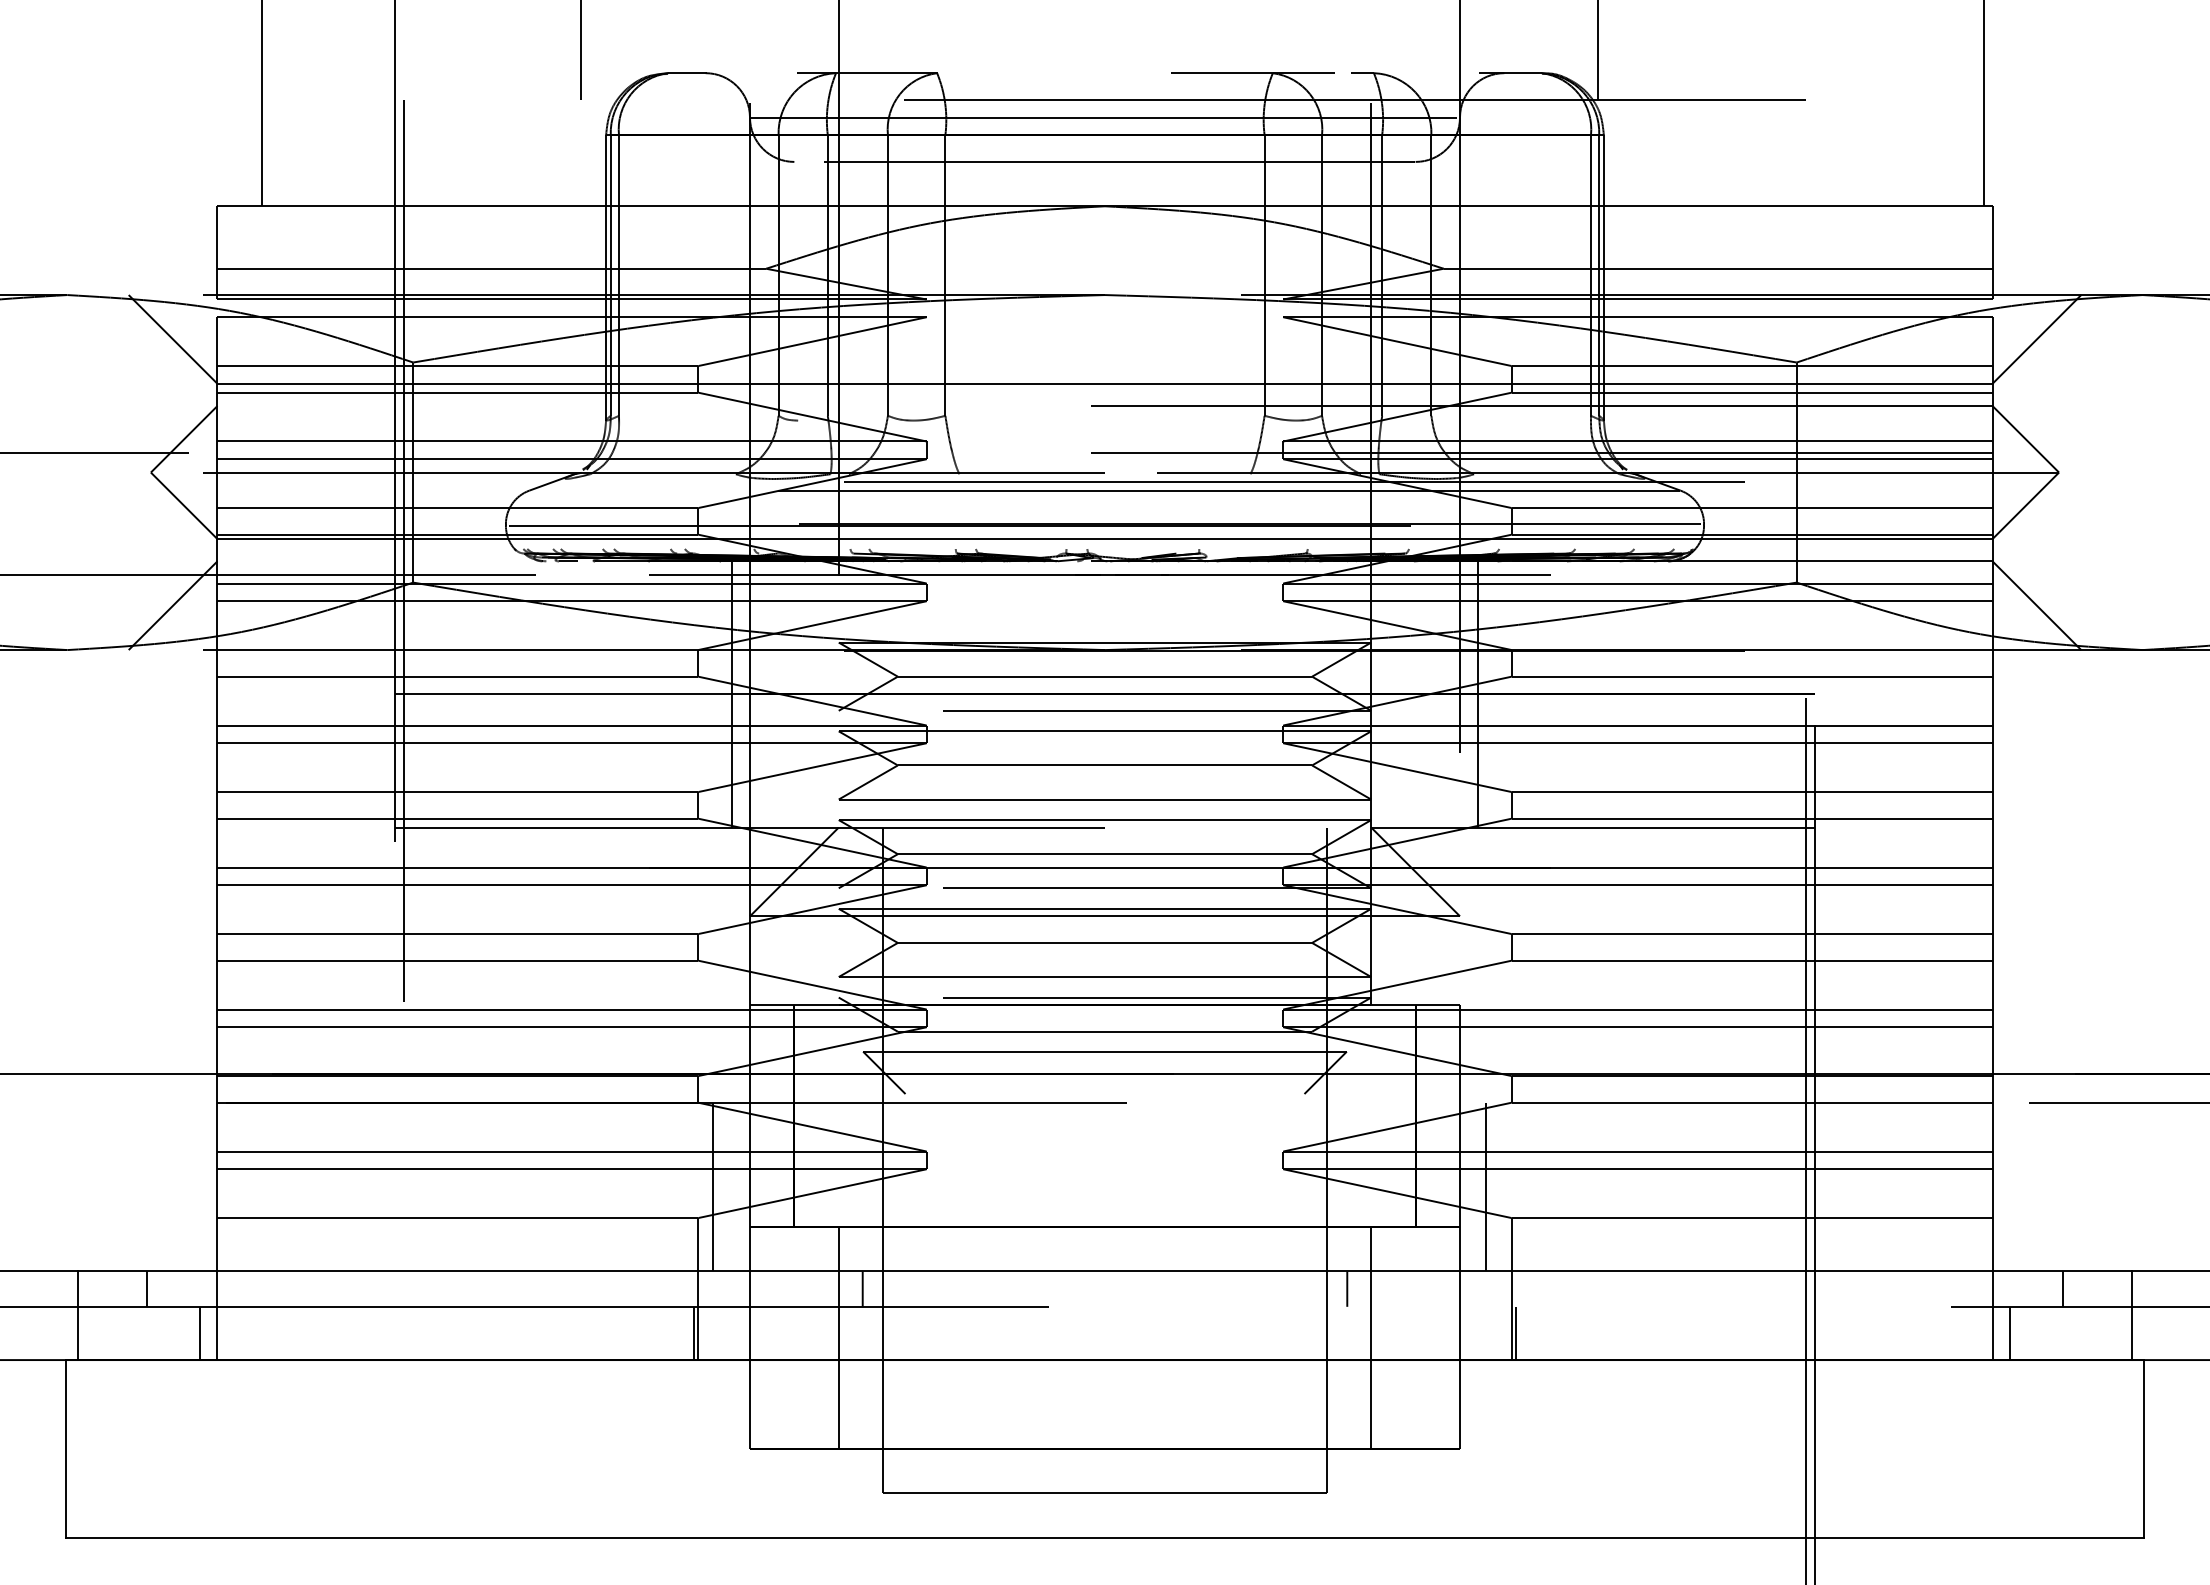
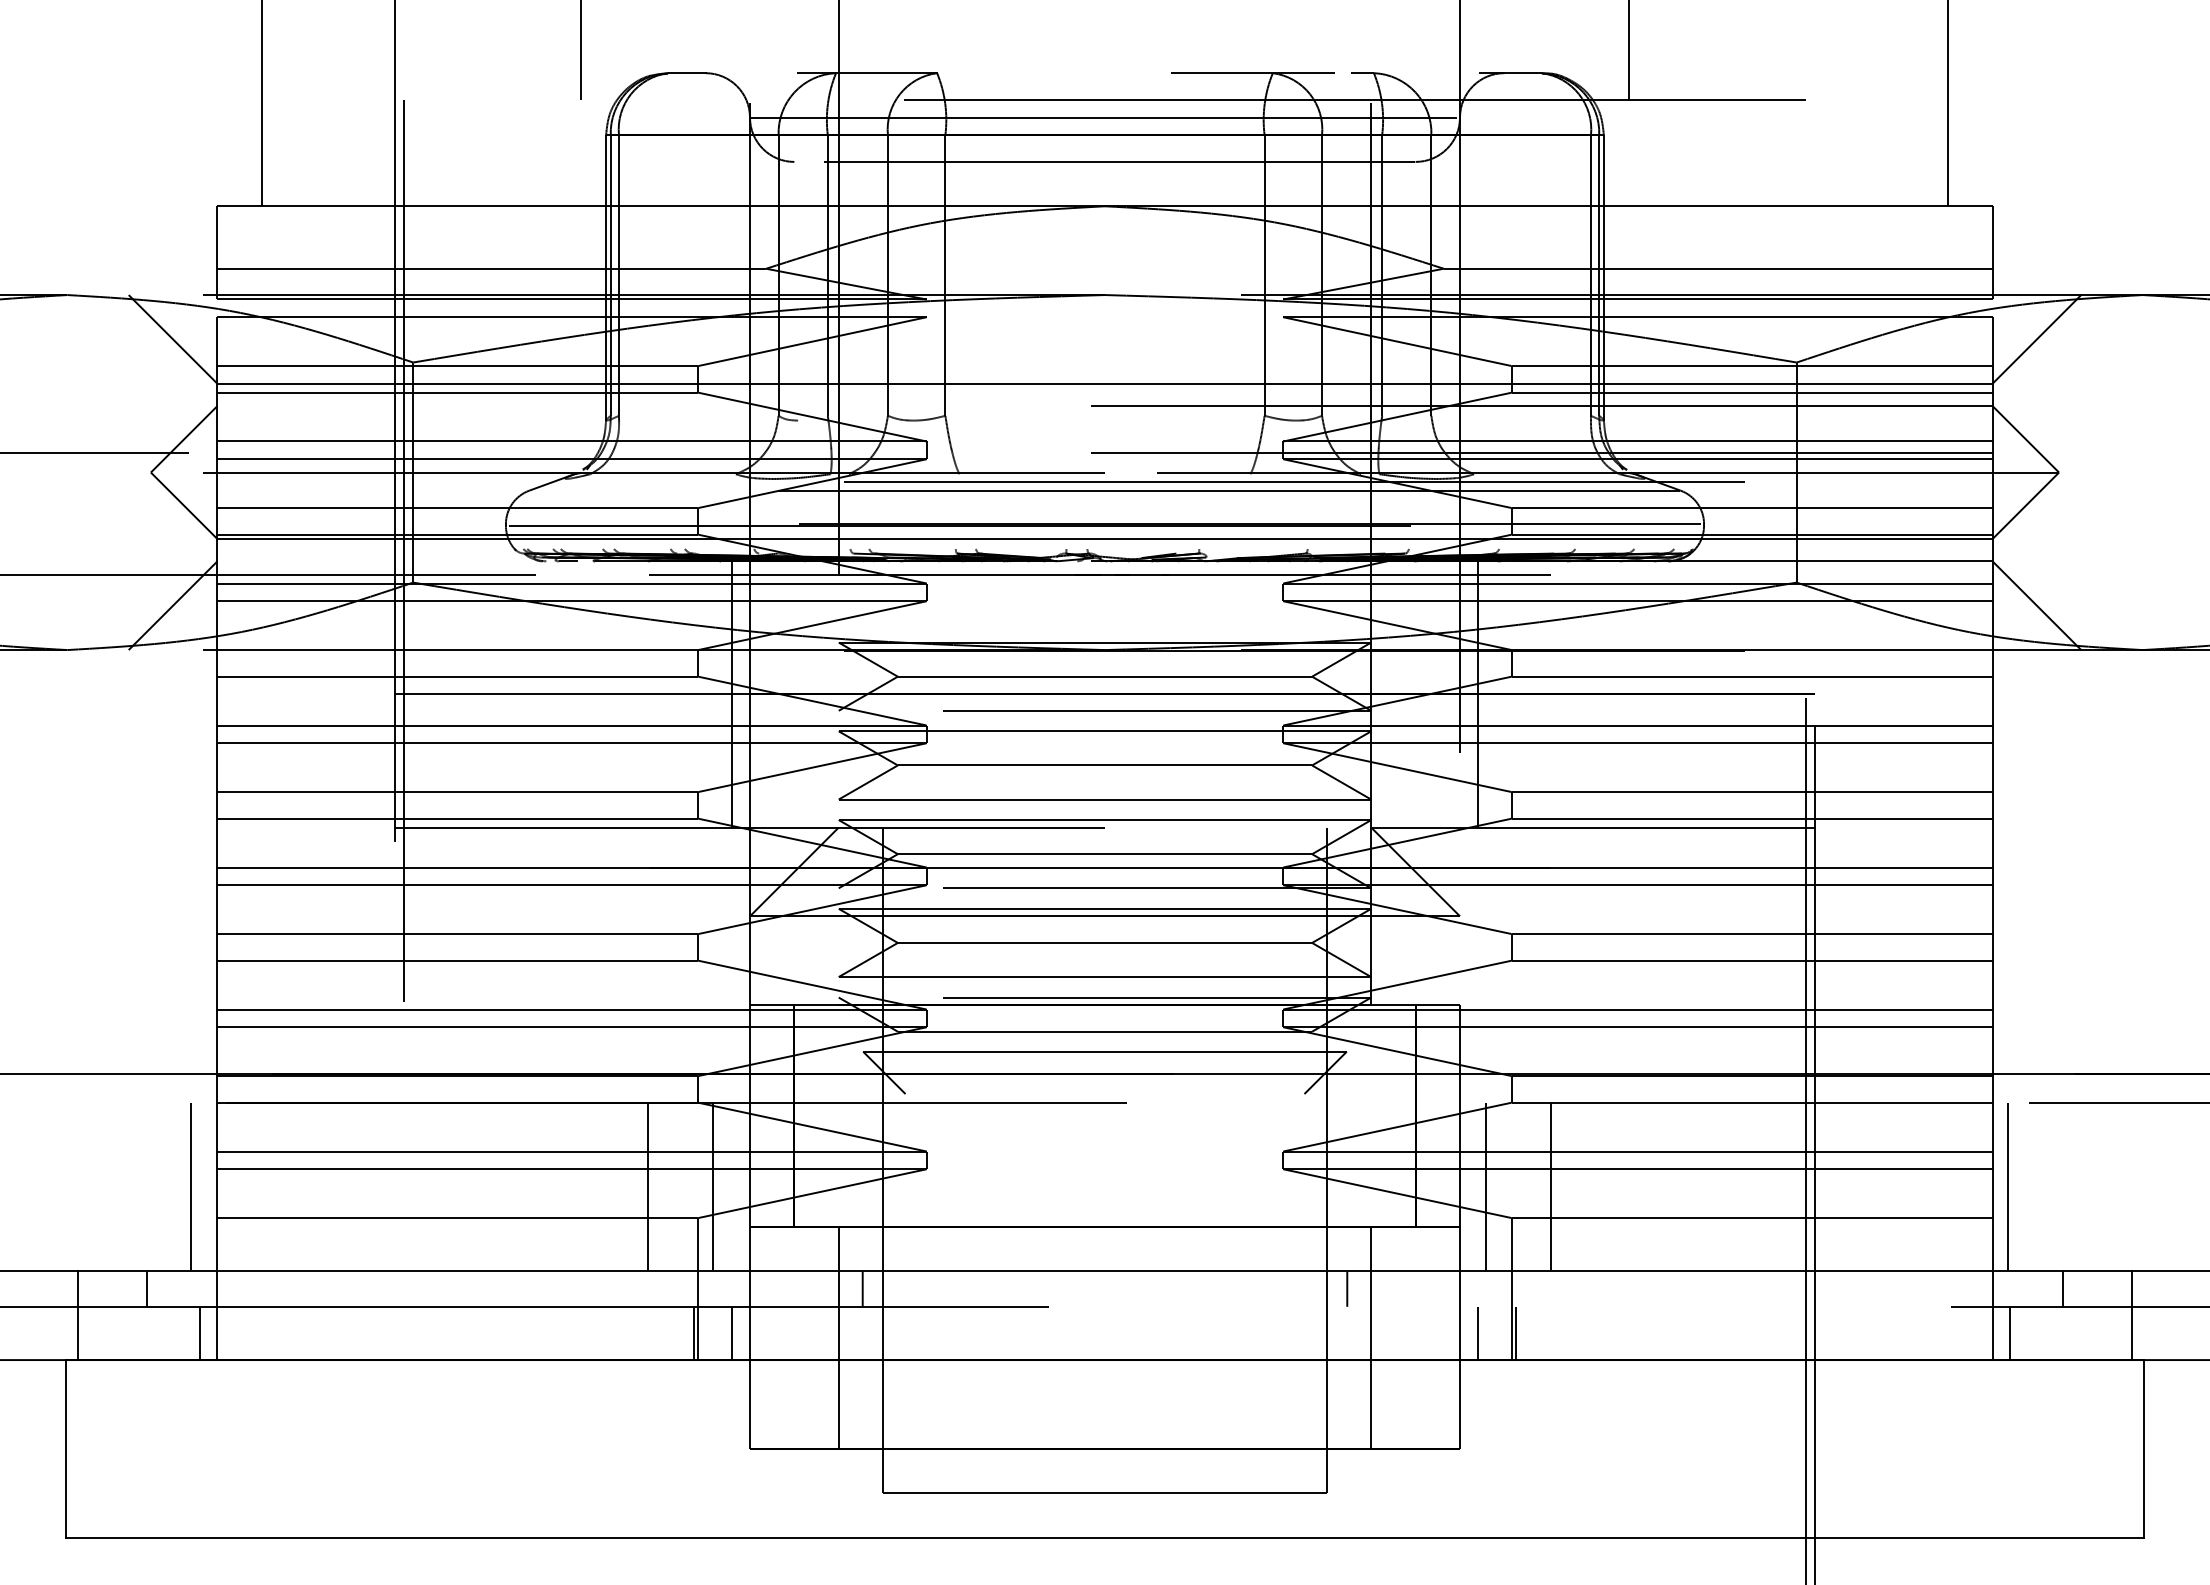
line at (1597, 50) position: (1597, 50) -> (1628, 50)
line at (1984, 104) position: (1984, 104) -> (1948, 104)
line at (191, 1186): none -> present
line at (648, 1186): none -> present
line at (1551, 1186): none -> present
line at (2008, 1186): none -> present
line at (732, 1333): none -> present
line at (1477, 1333): none -> present
